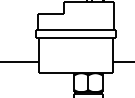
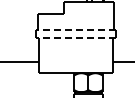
line at (76, 30): solid -> dashed
line at (76, 38): solid -> dashed
